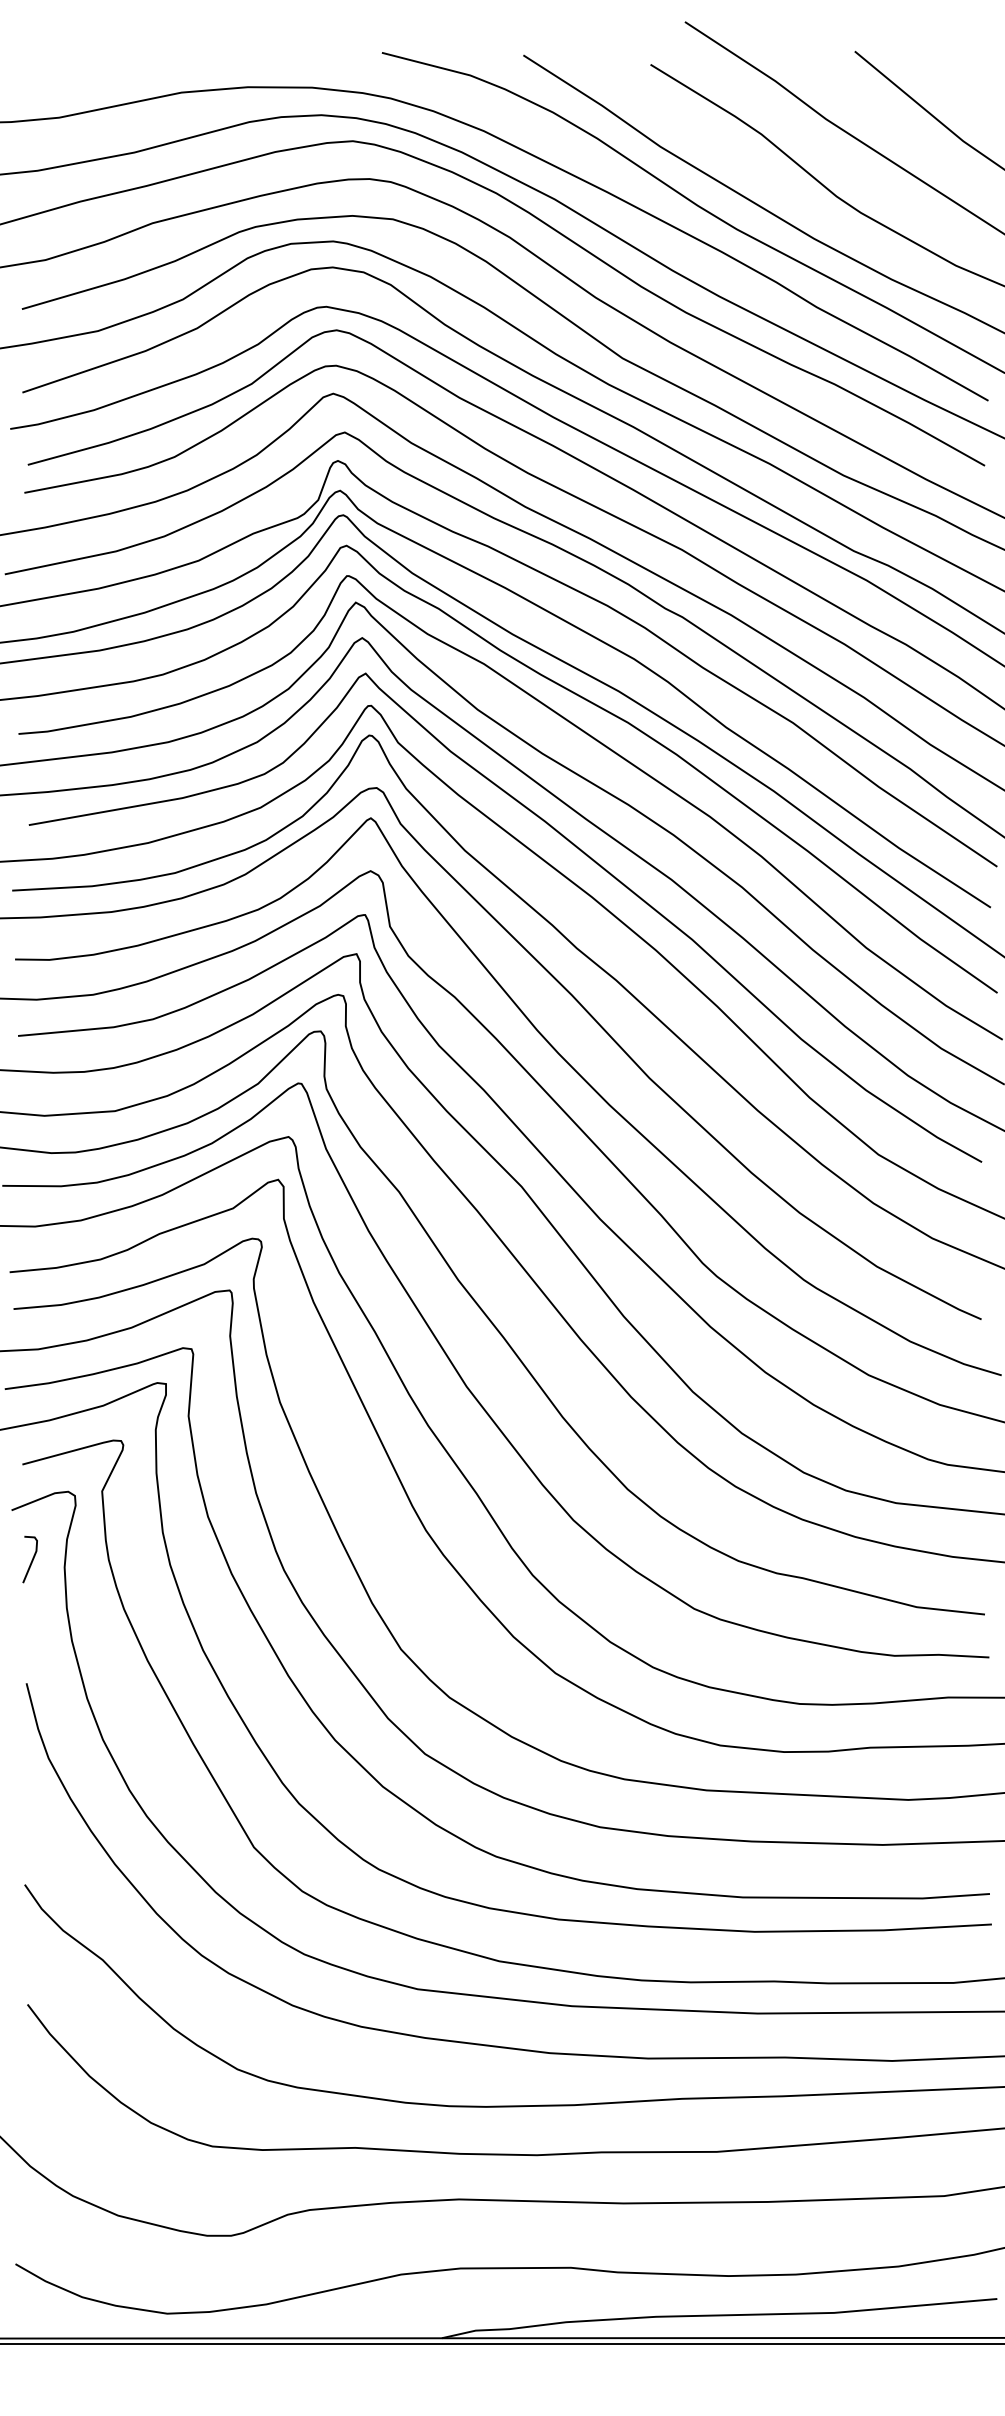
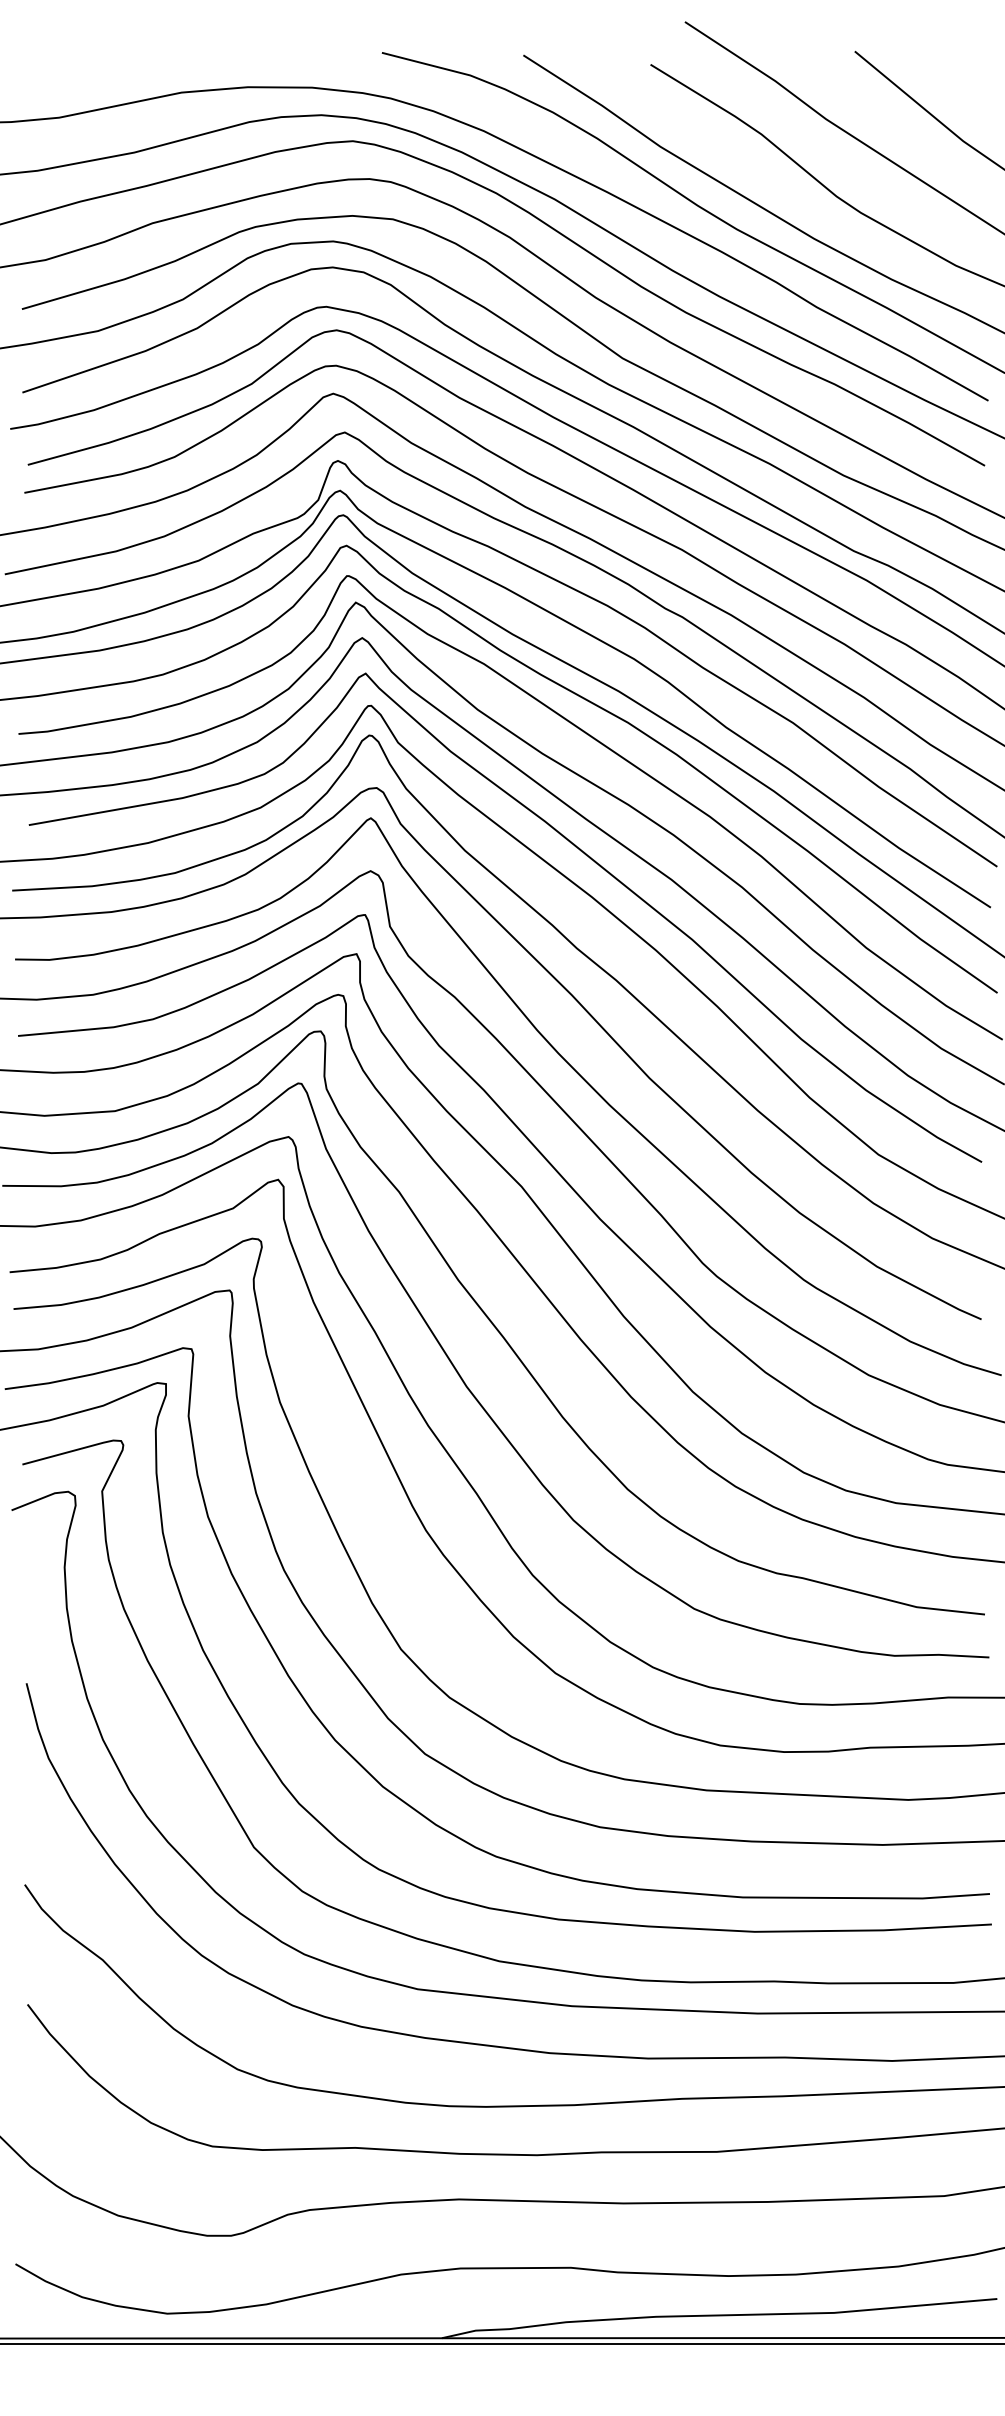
line at (31, 1560): present -> none
